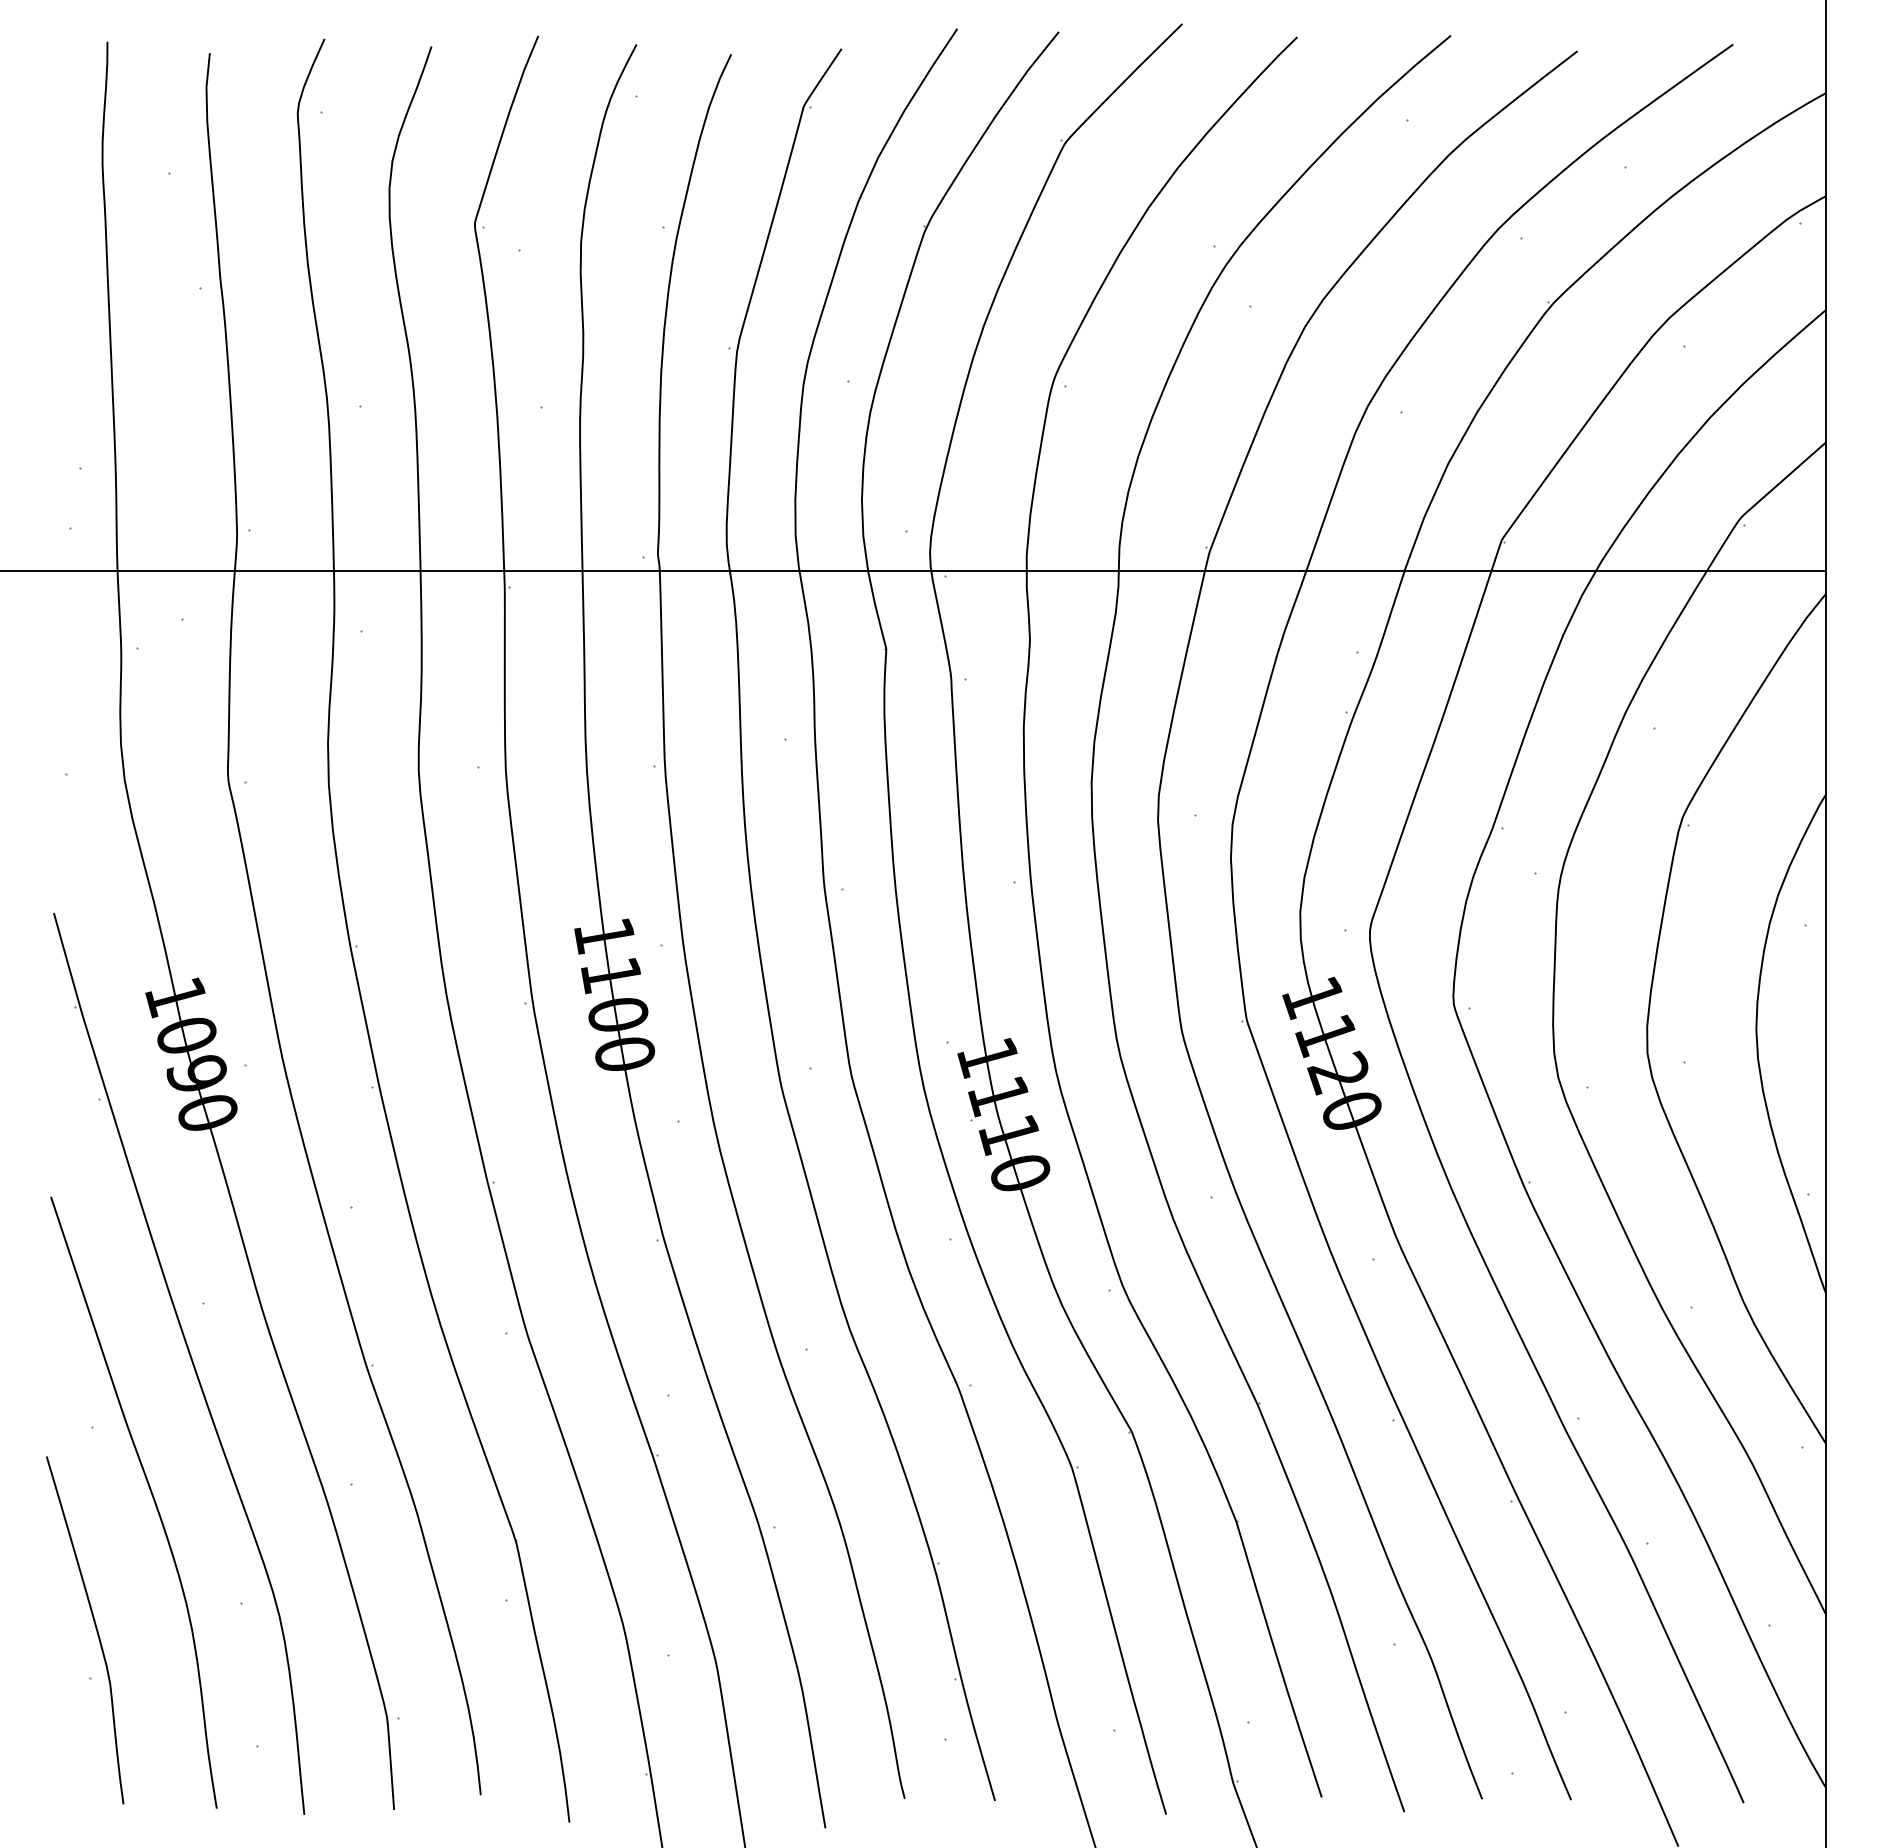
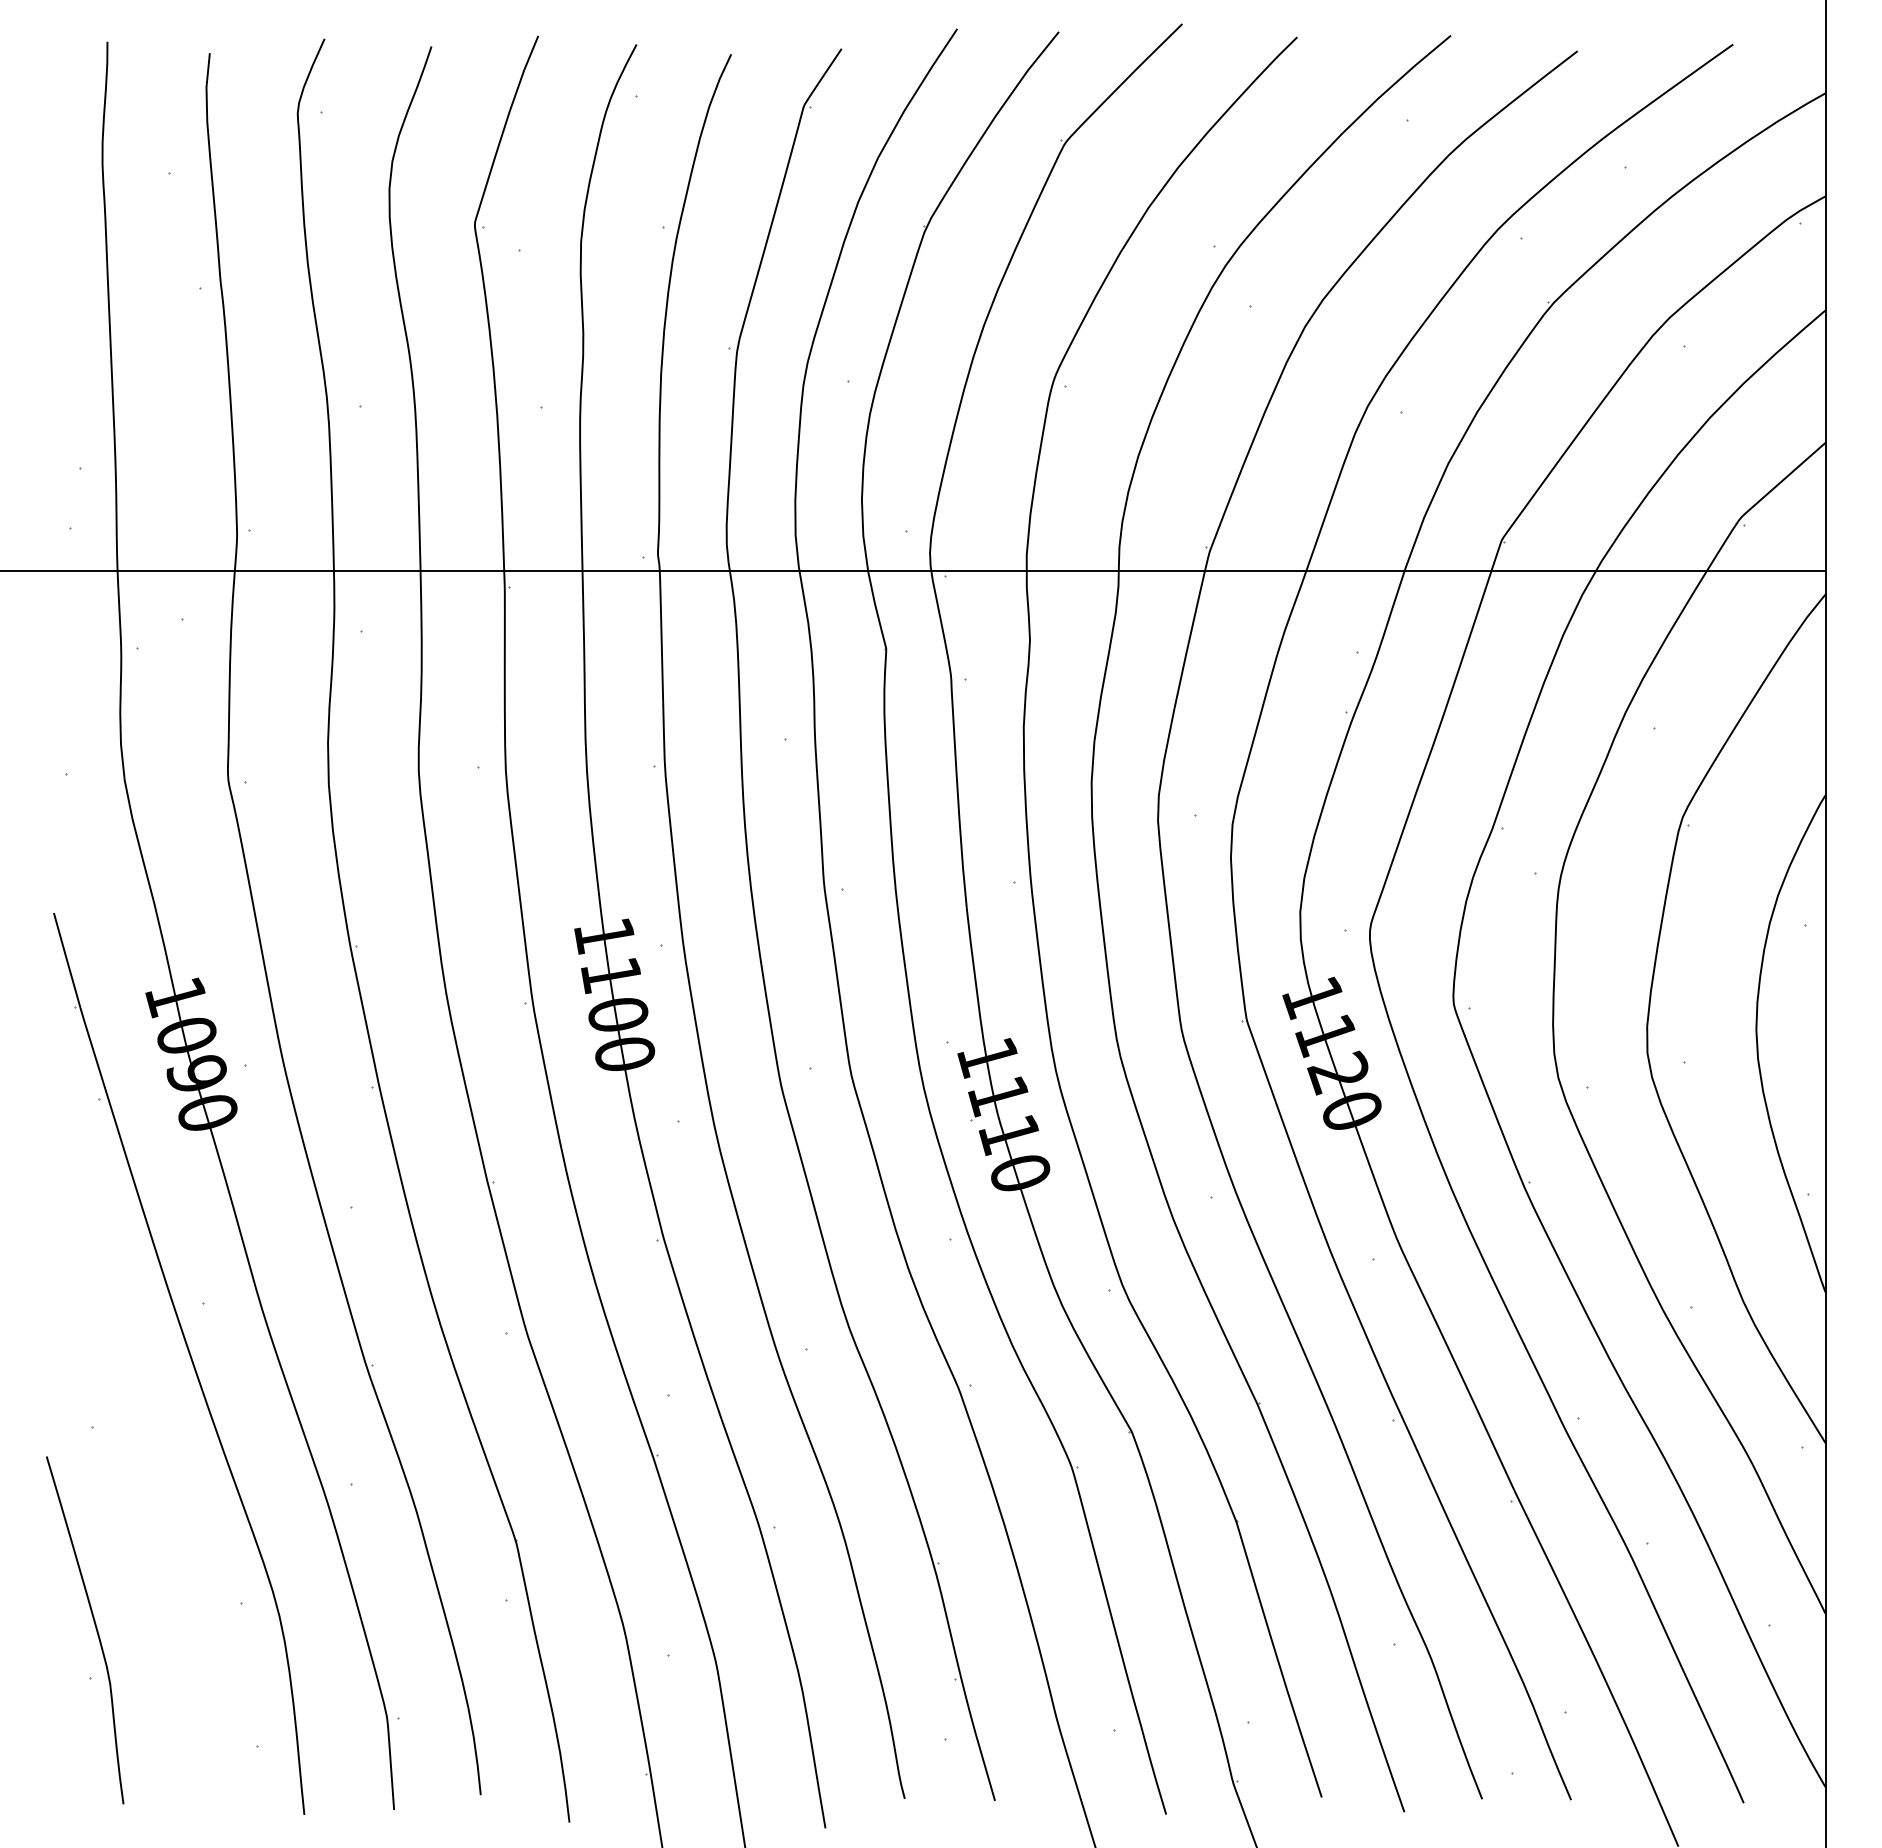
curve at (151, 1495): present -> none
